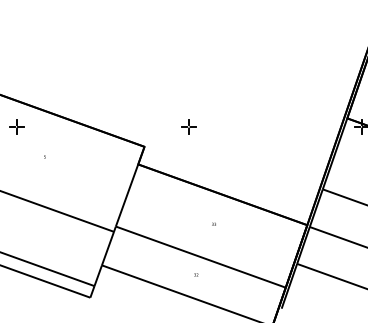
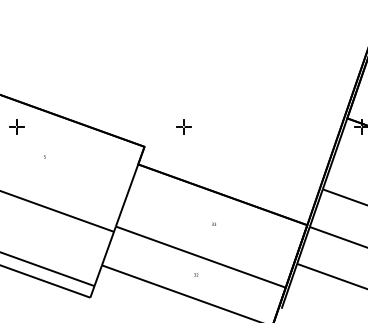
part at (188, 126) position: (188, 126) -> (183, 126)
